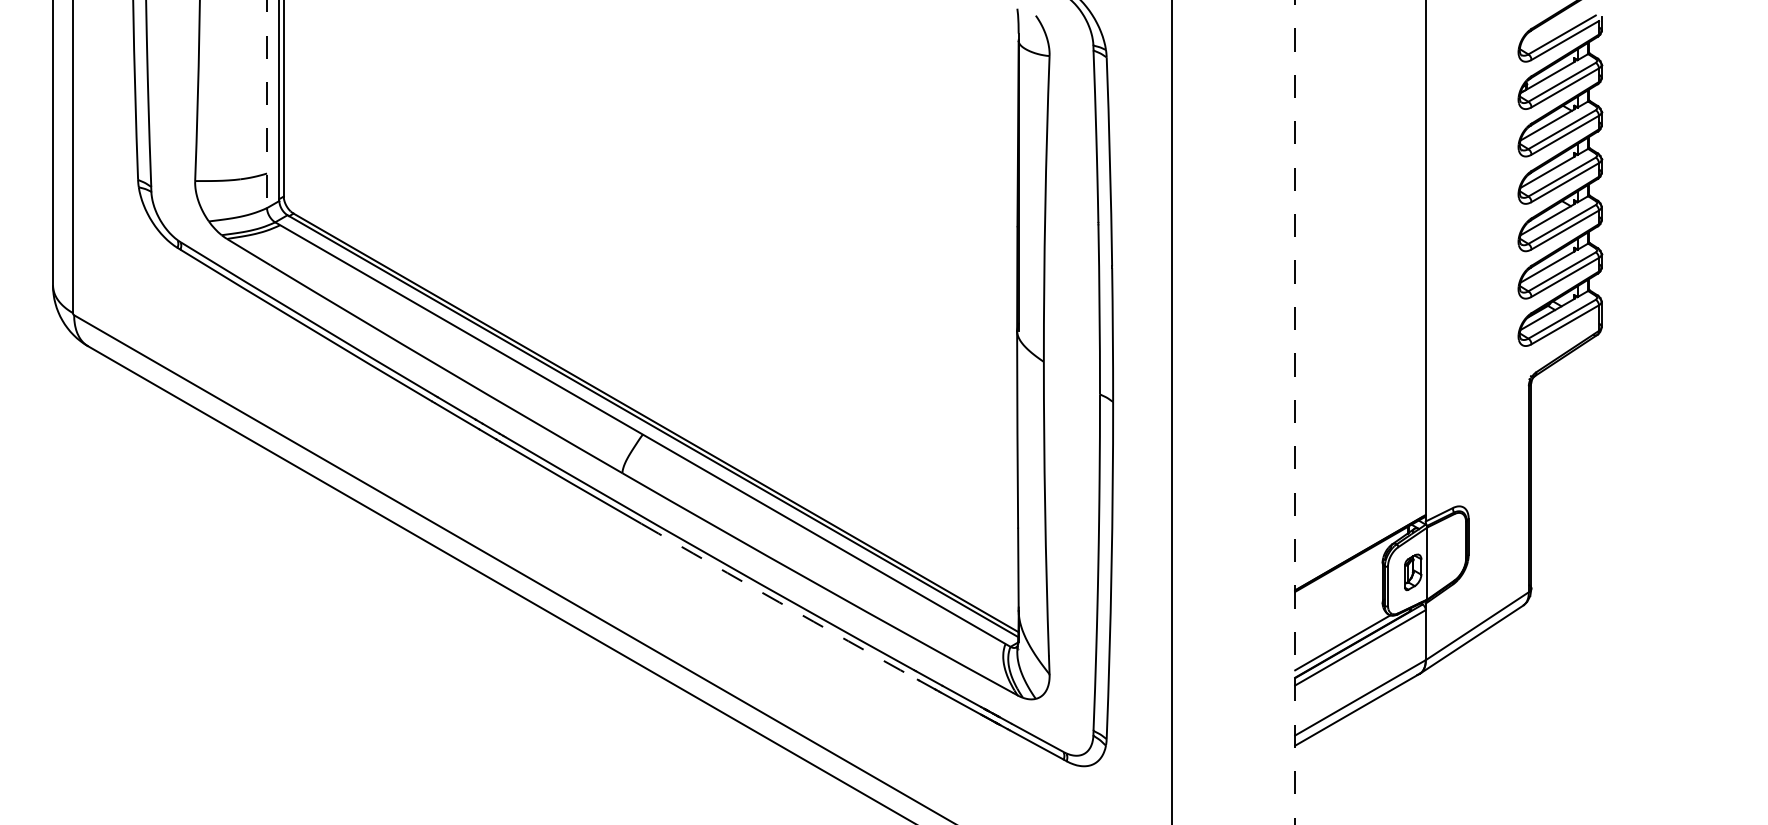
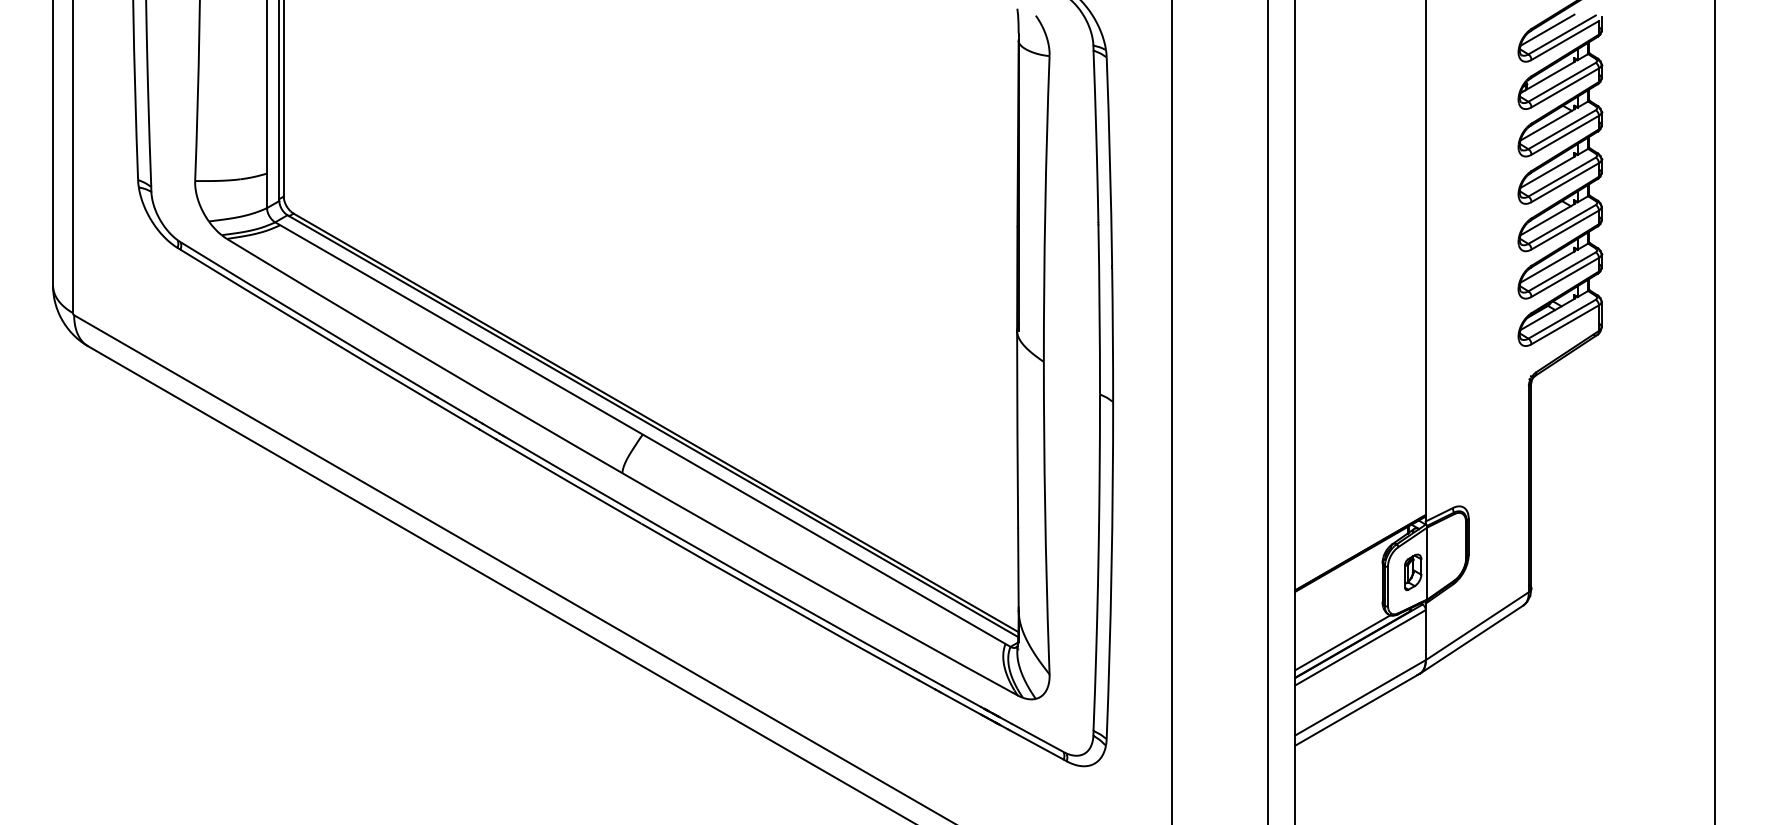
line at (1547, 29): none -> present
line at (267, 104): dashed -> solid
line at (1267, 411): none -> present
line at (1714, 411): none -> present
line at (1295, 412): dashed -> solid
arc at (779, 602): dashed -> solid
